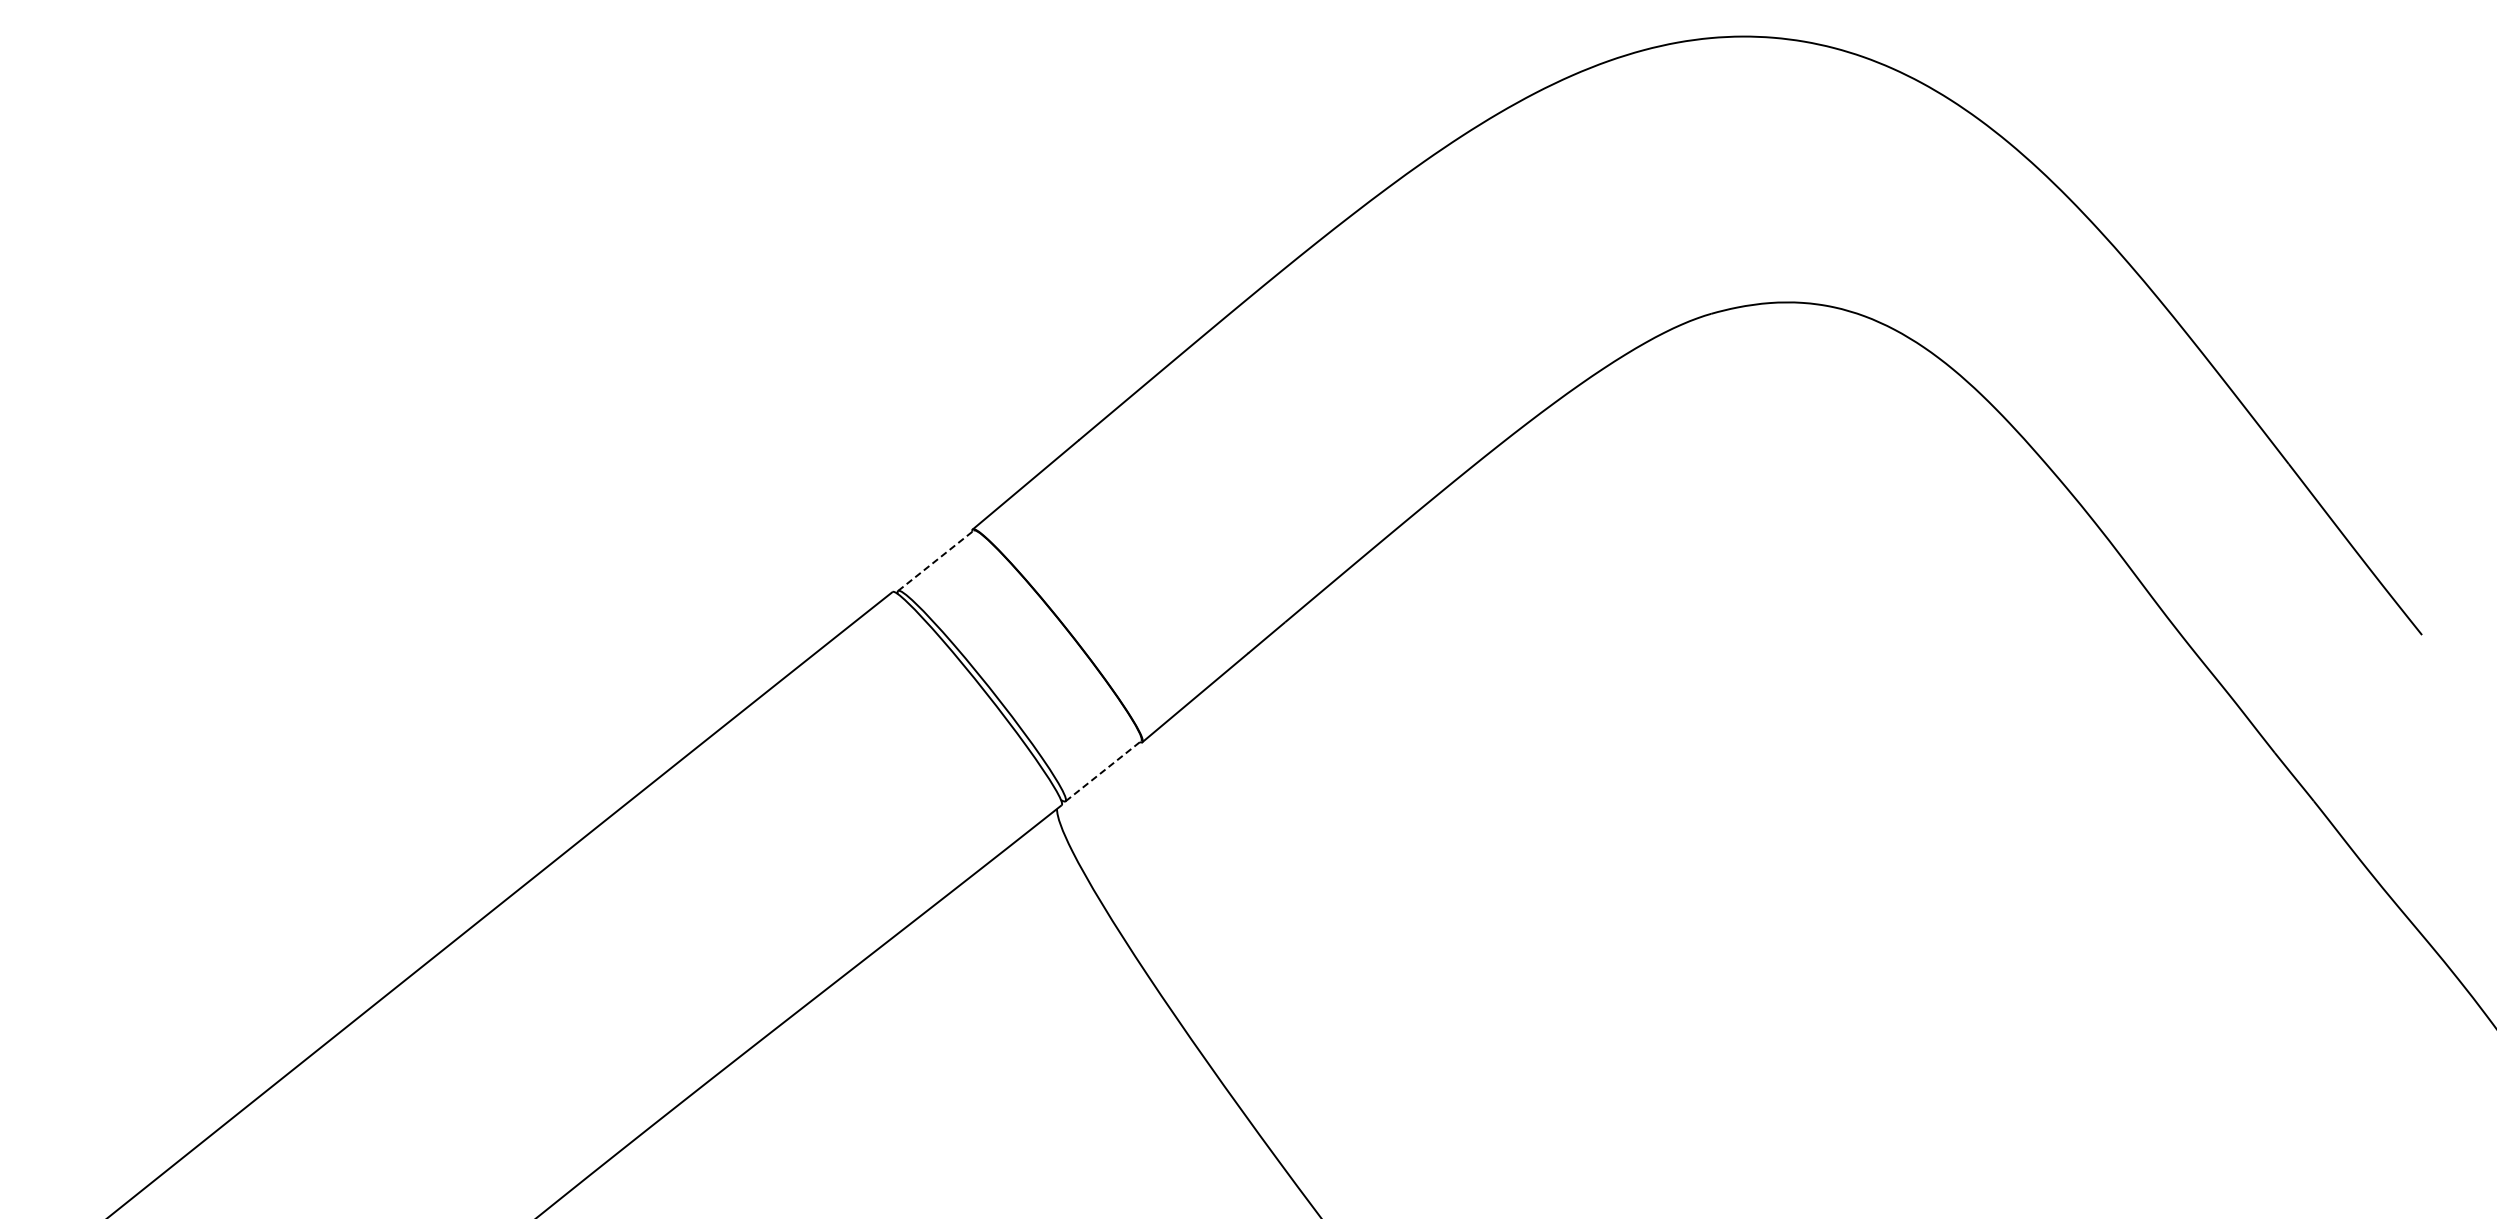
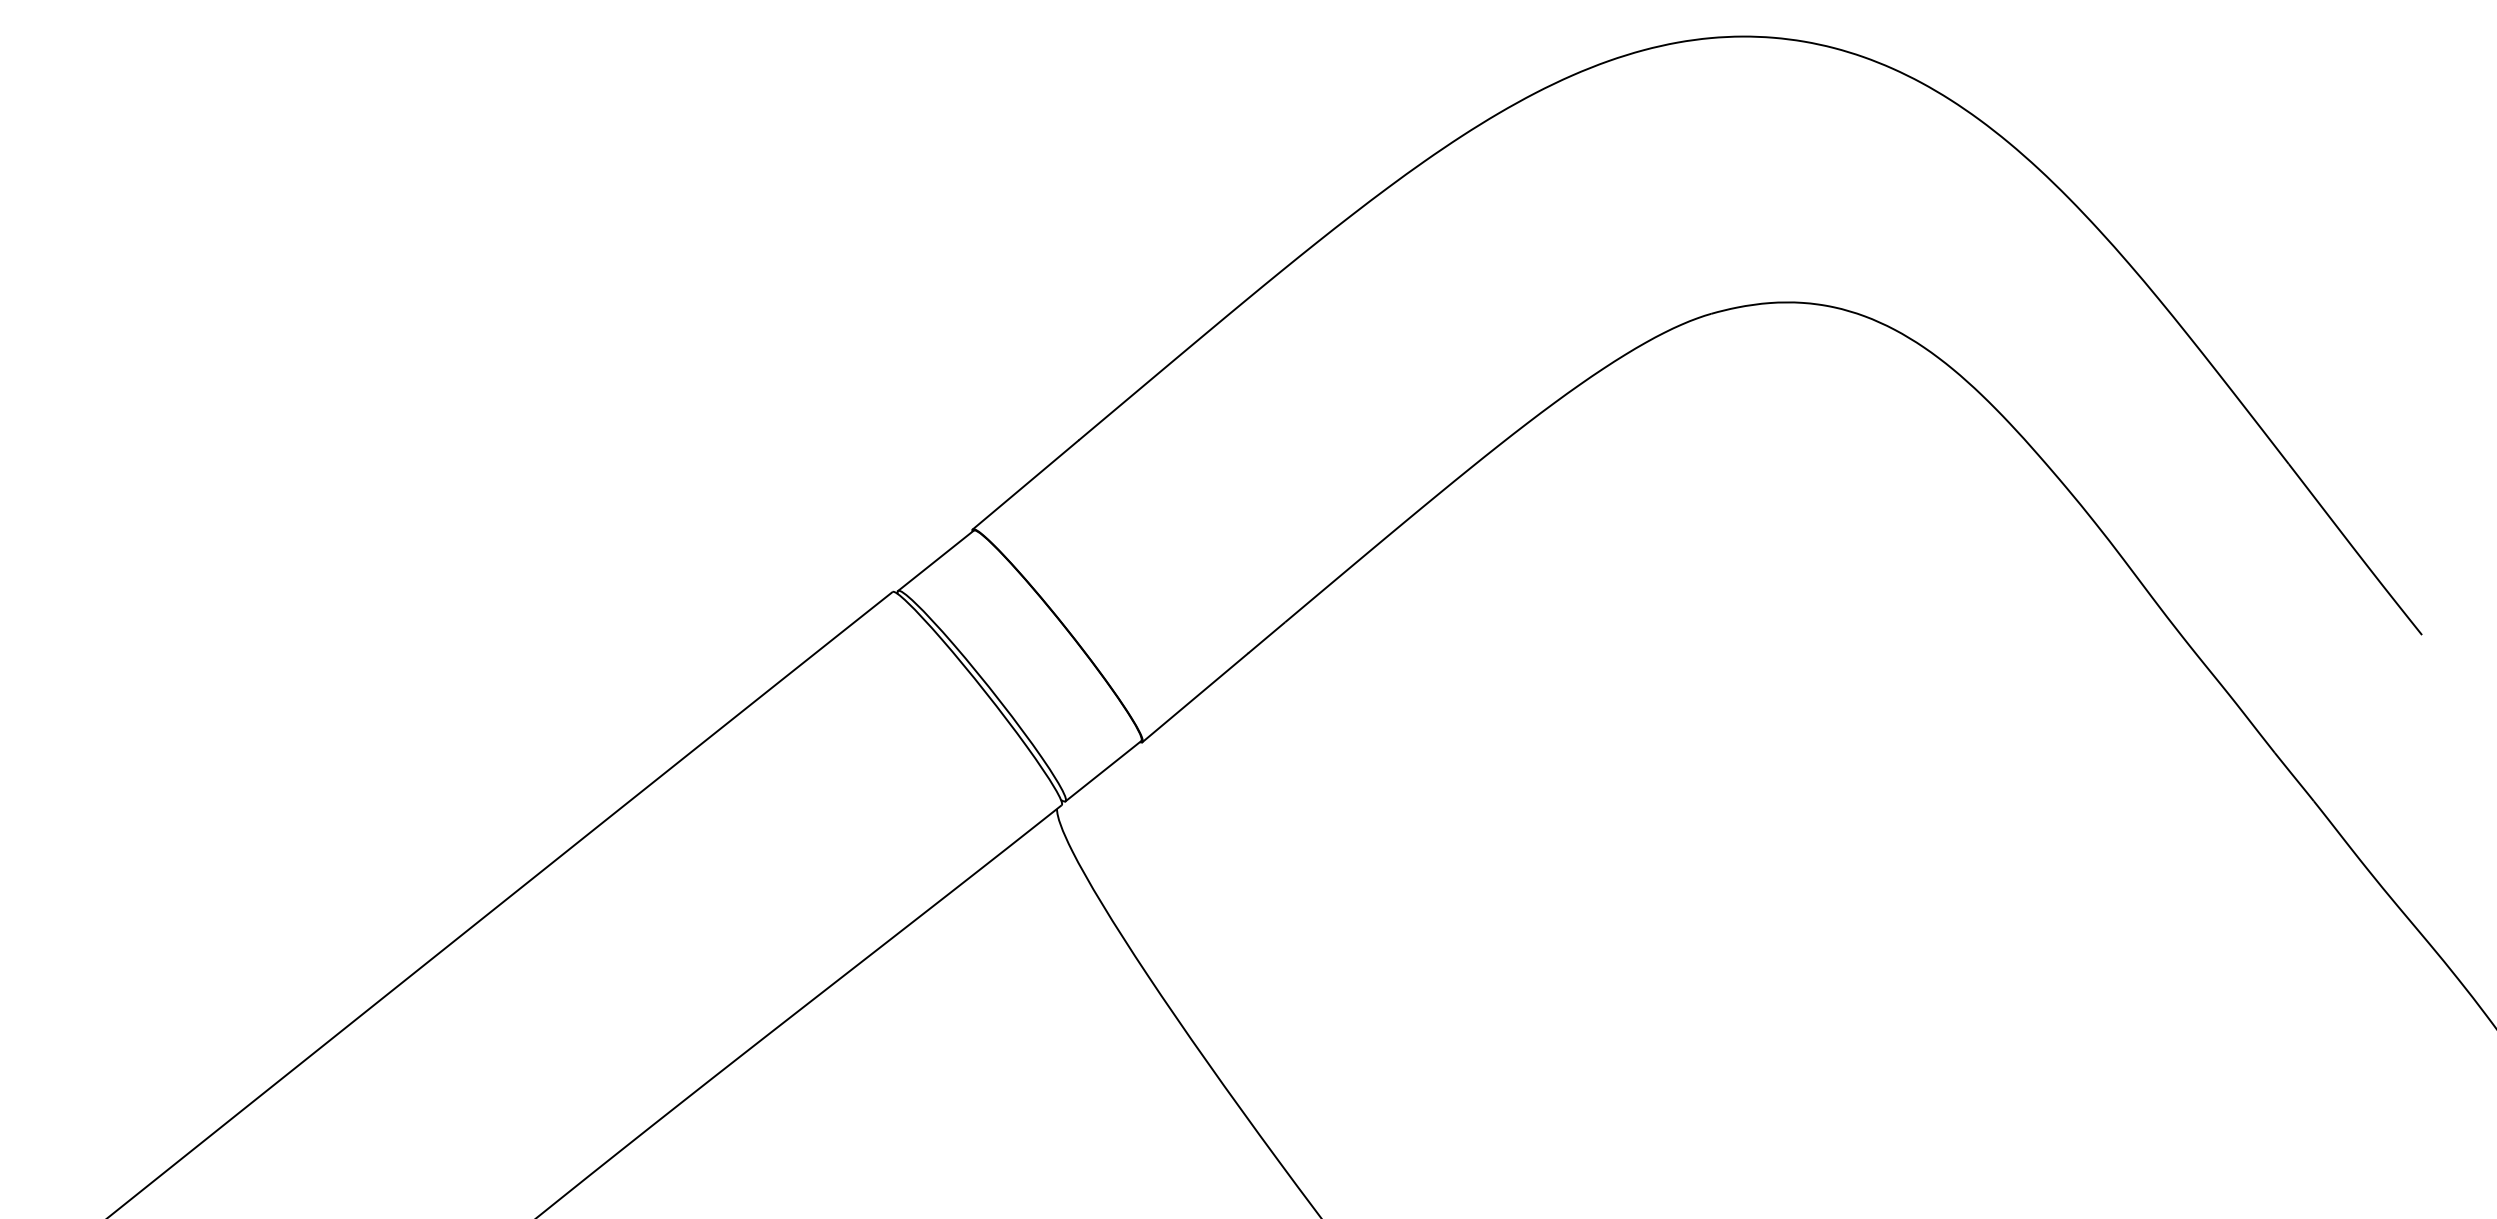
line at (936, 560): dashed -> solid
line at (1103, 770): dashed -> solid
